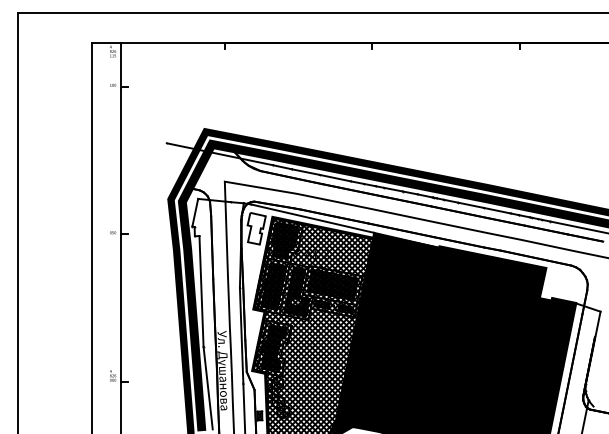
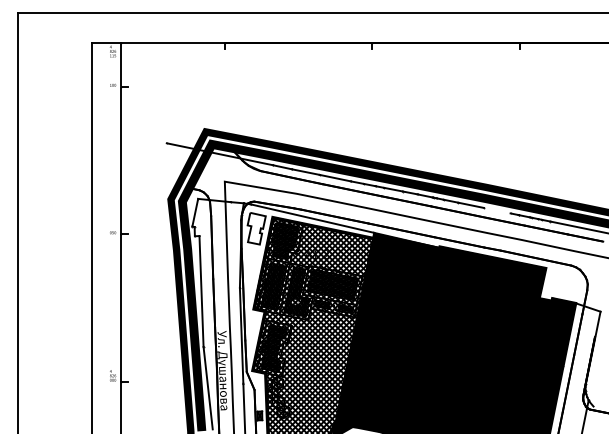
line at (497, 210): present -> none
